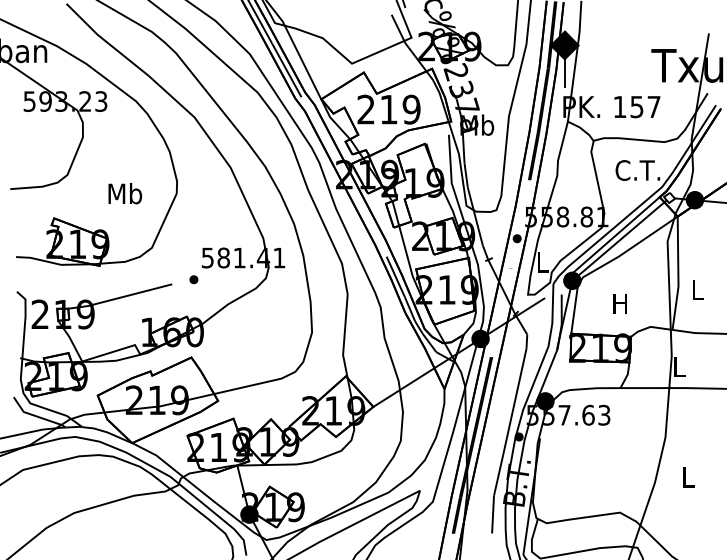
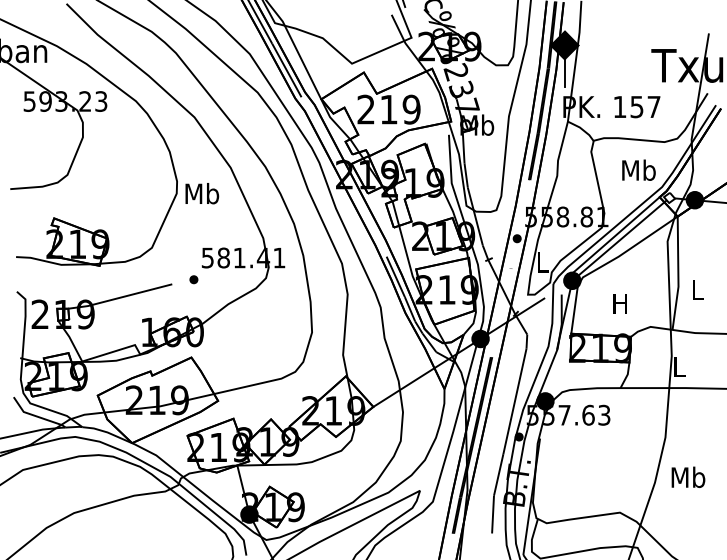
text at (637, 169): C.T. -> Mb
text at (125, 193) position: (125, 193) -> (202, 193)
text at (688, 476): L -> Mb
